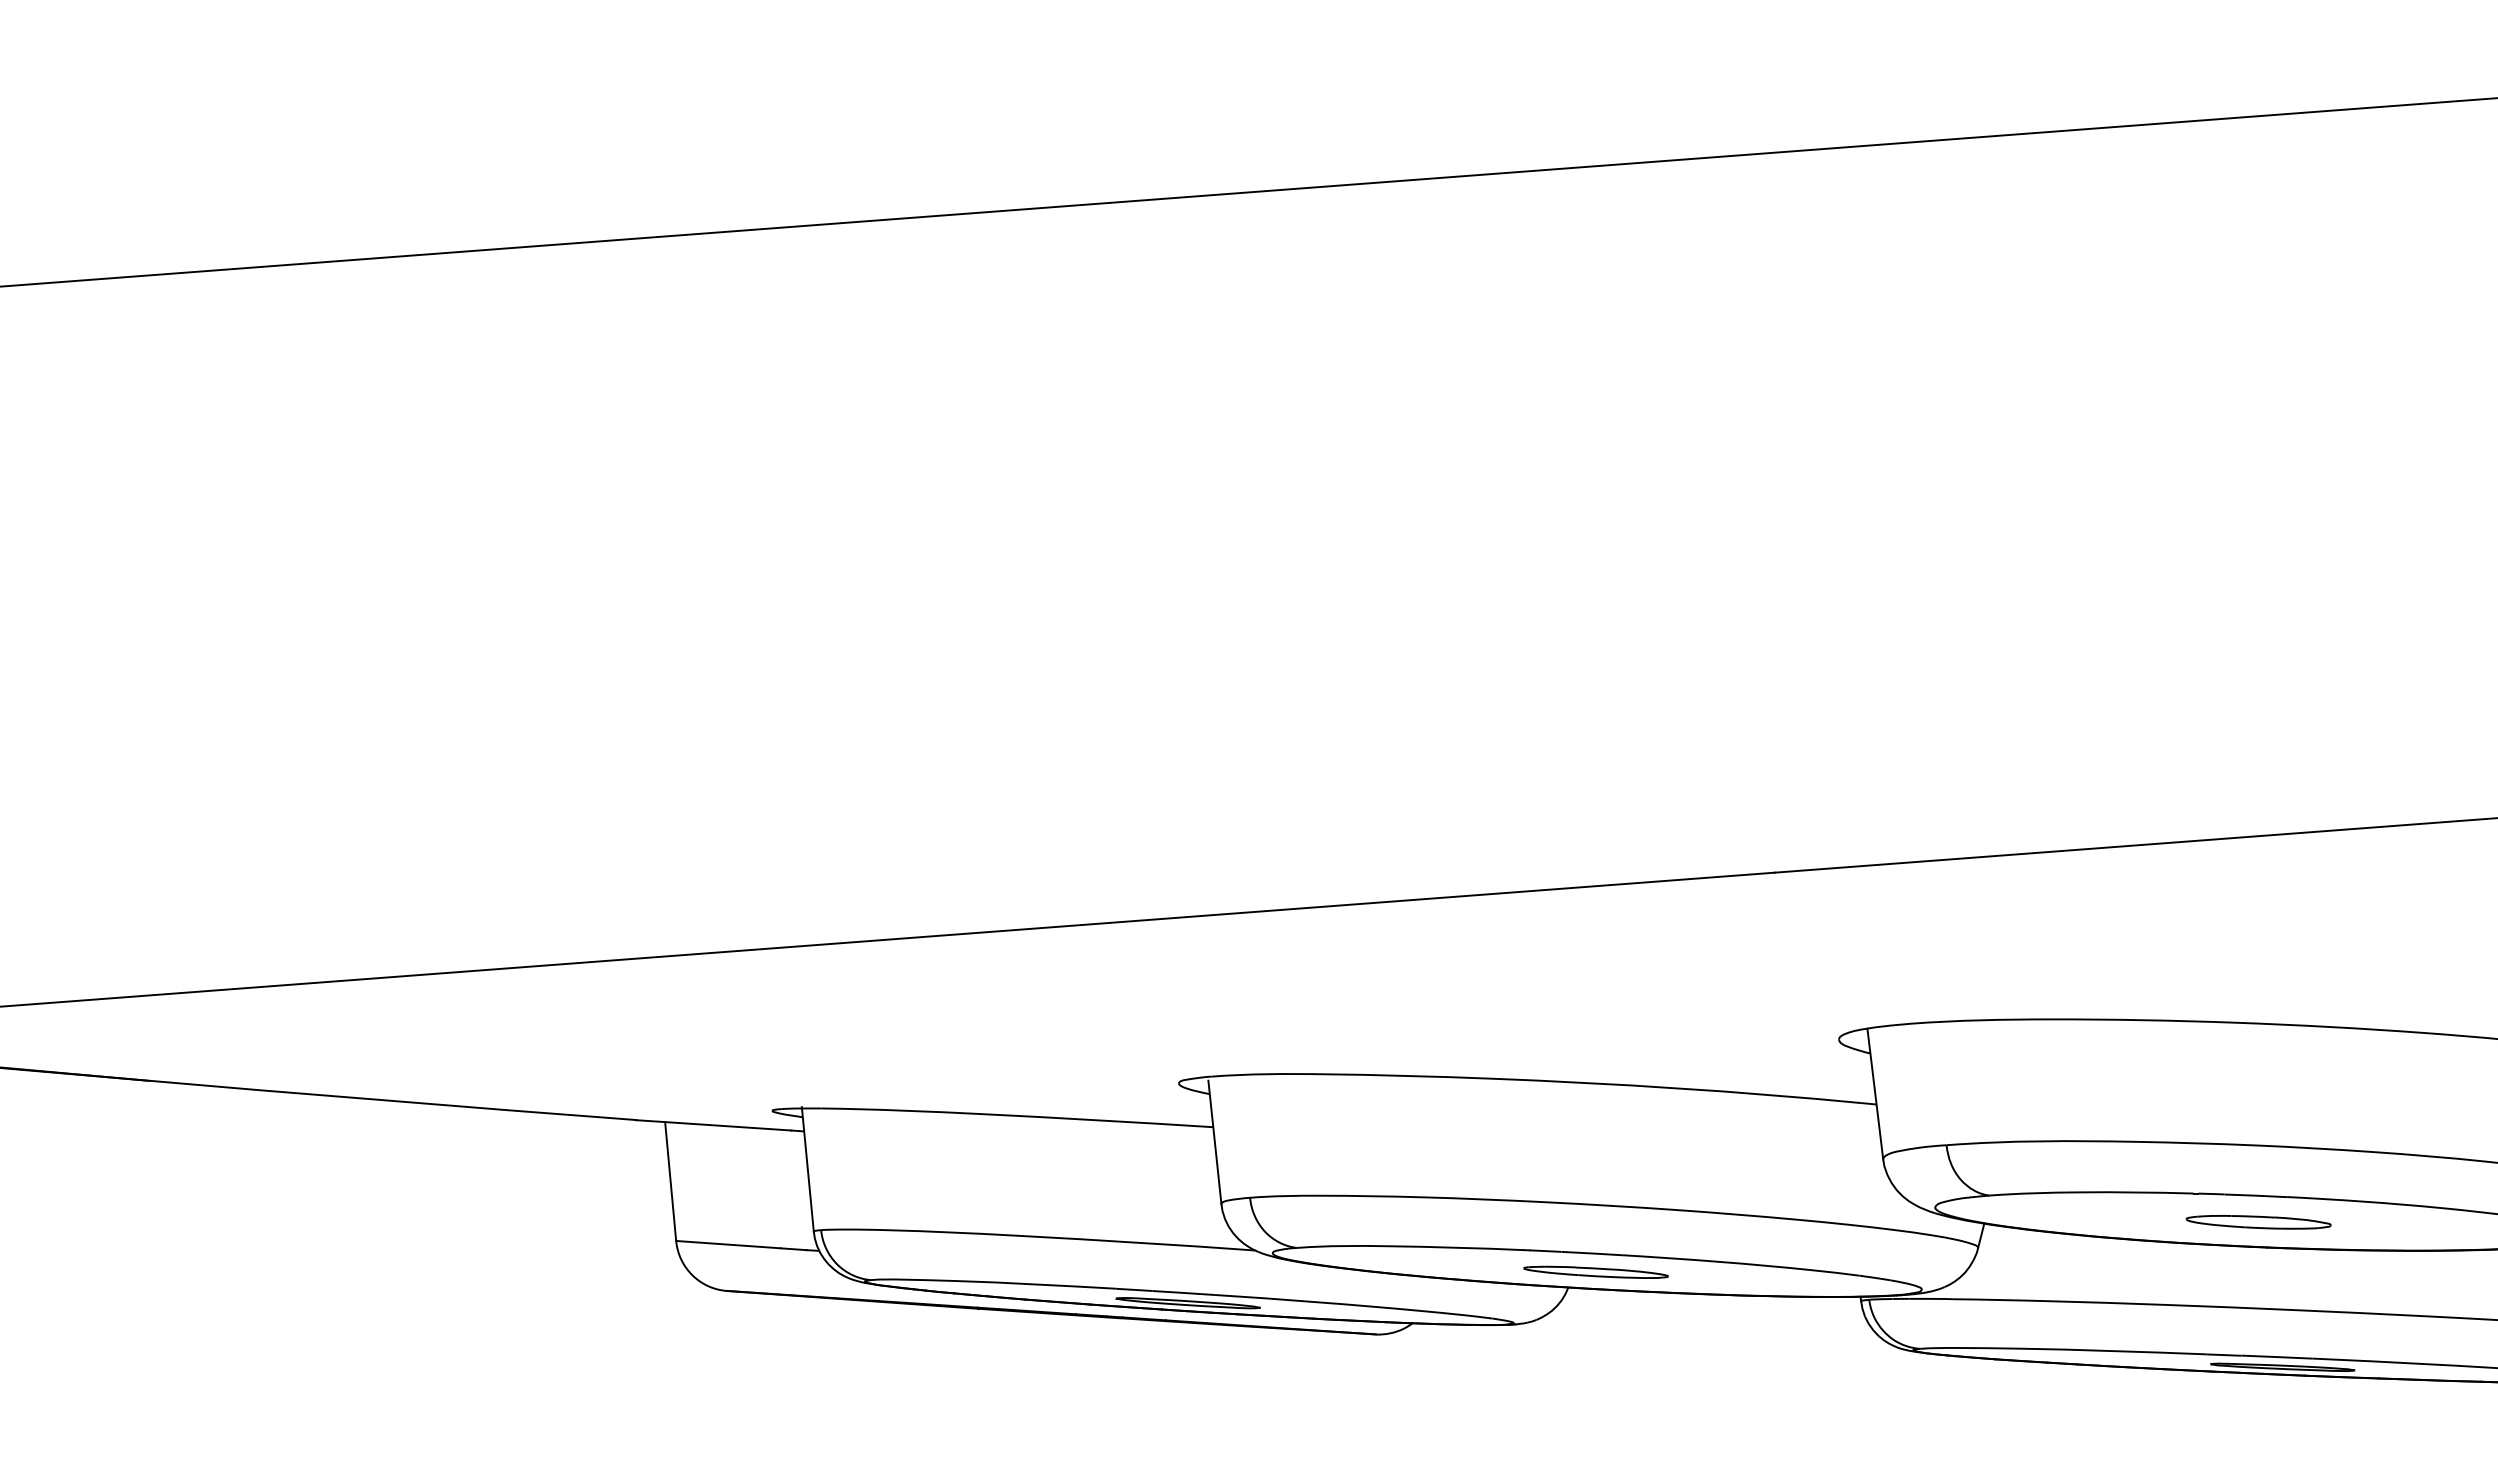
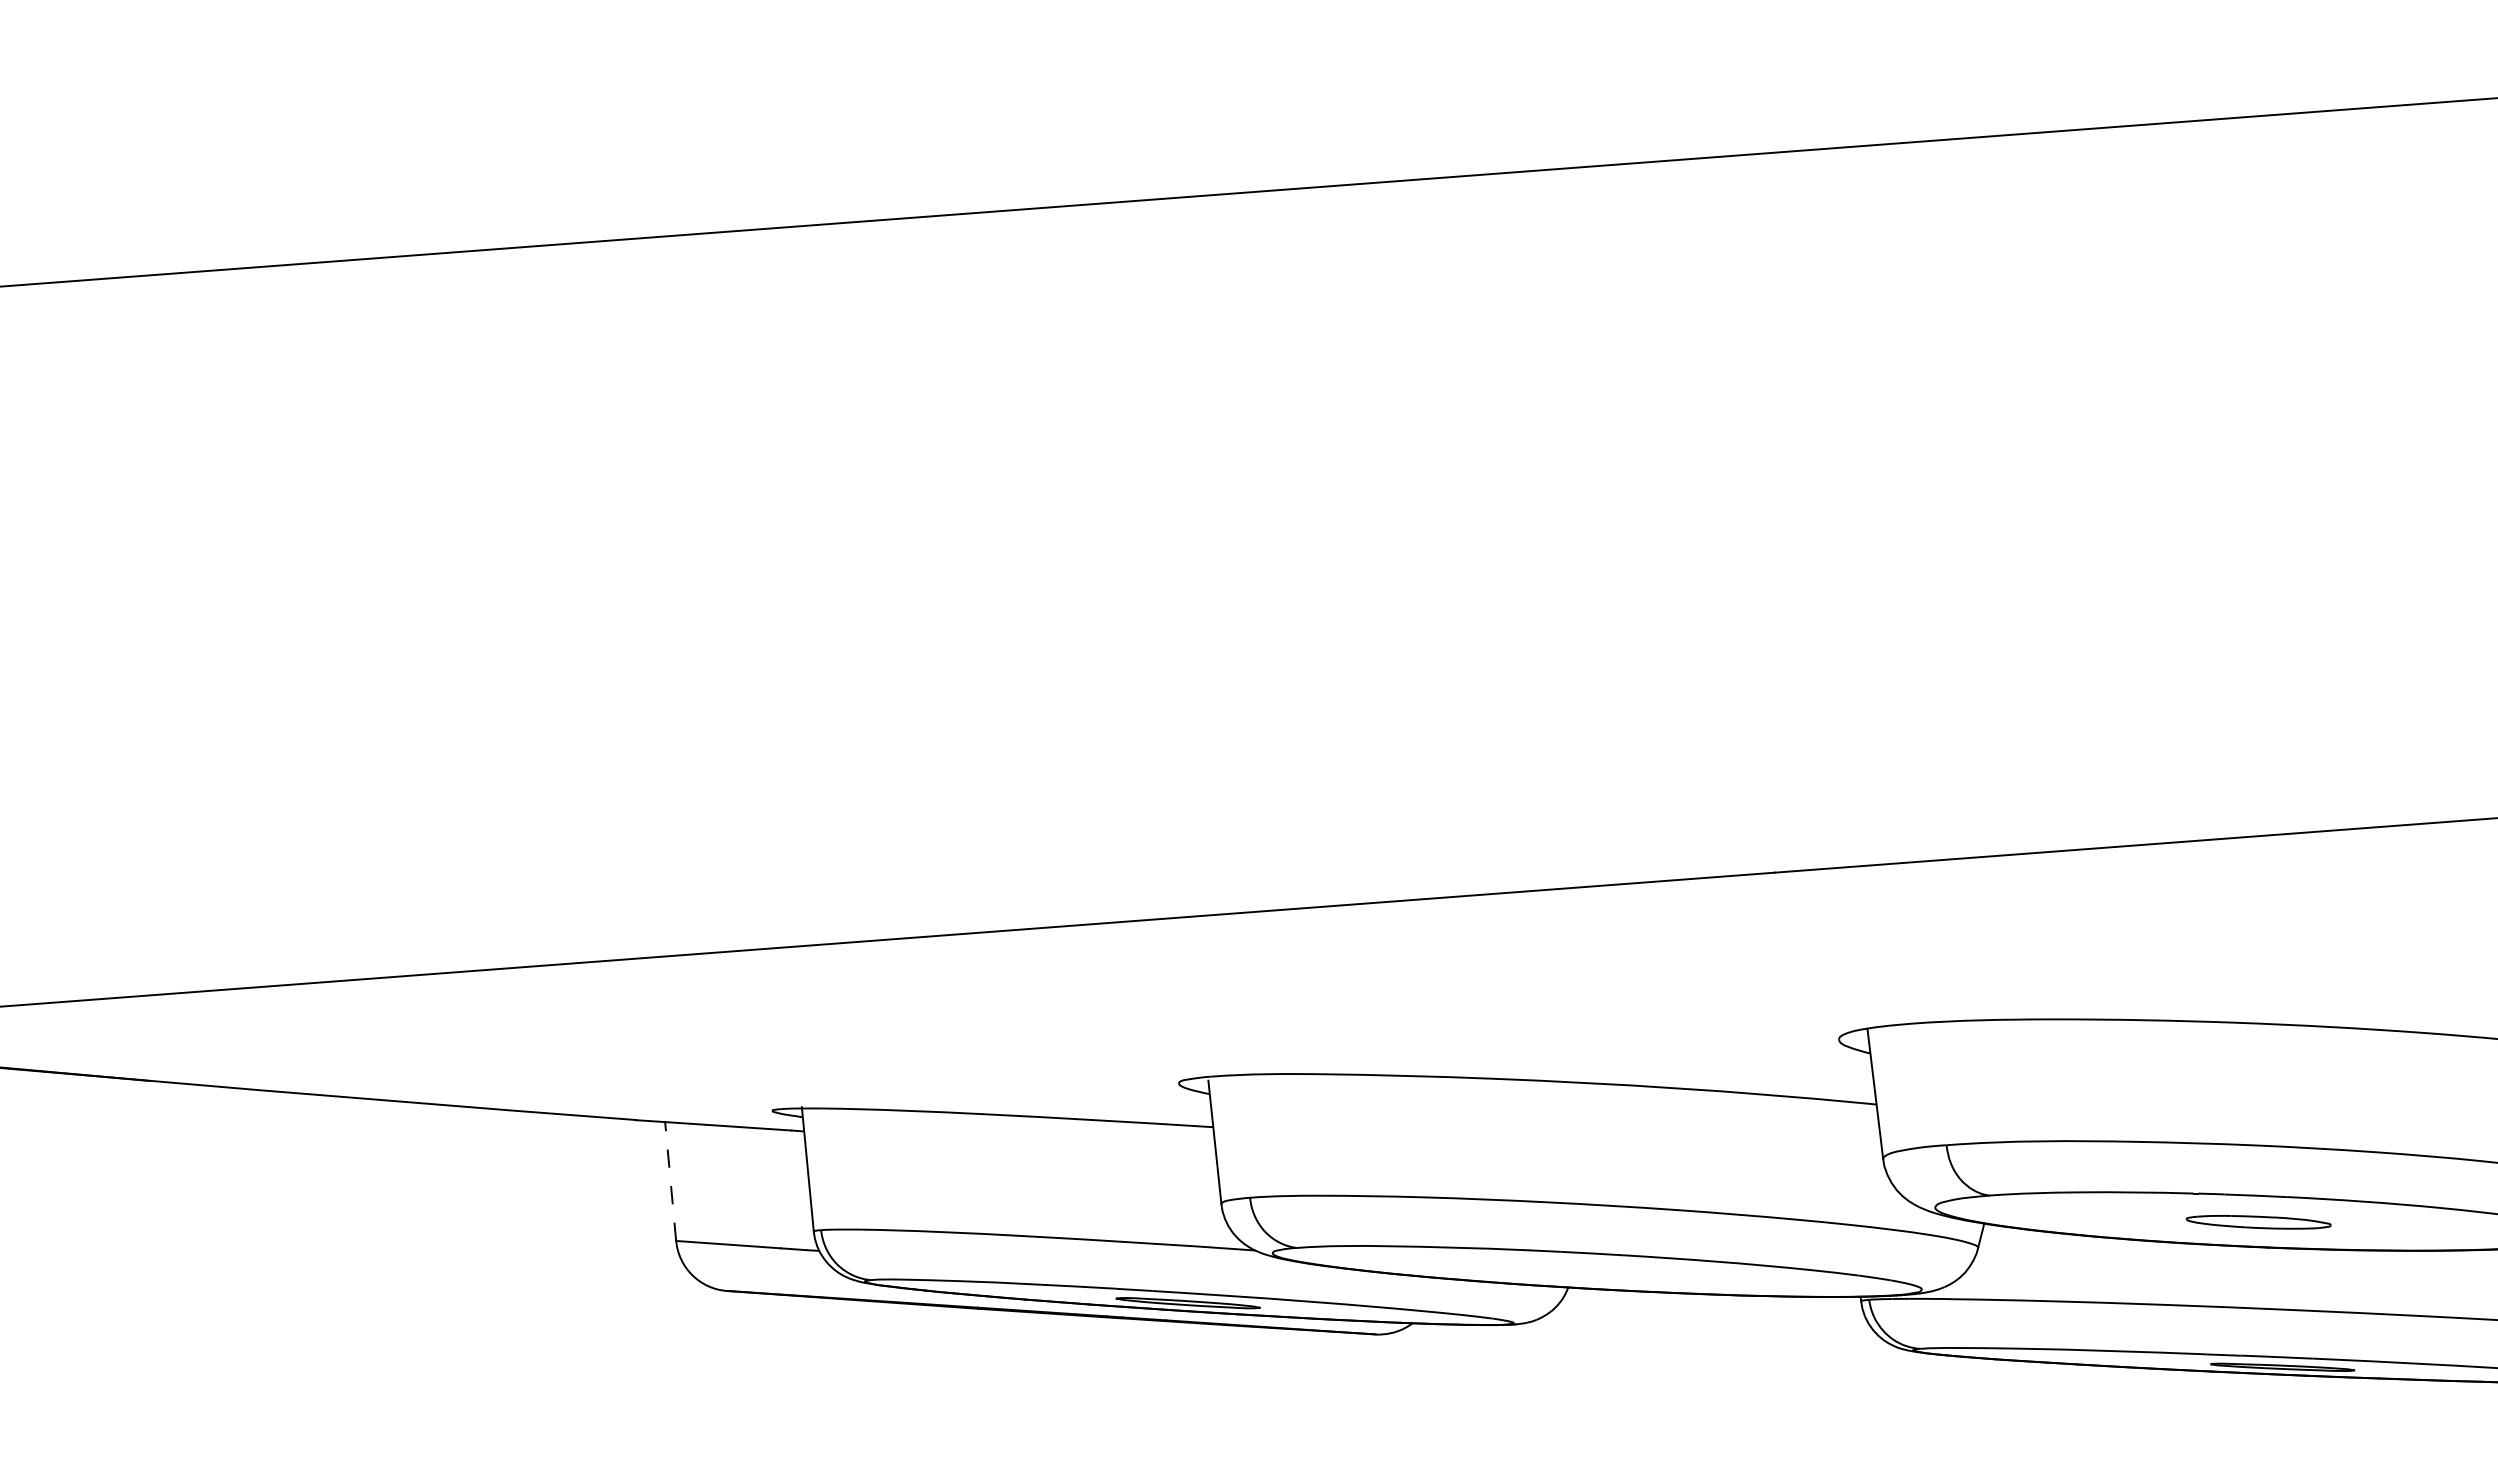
line at (670, 1181): solid -> dashed
part at (1595, 1271): present -> none
